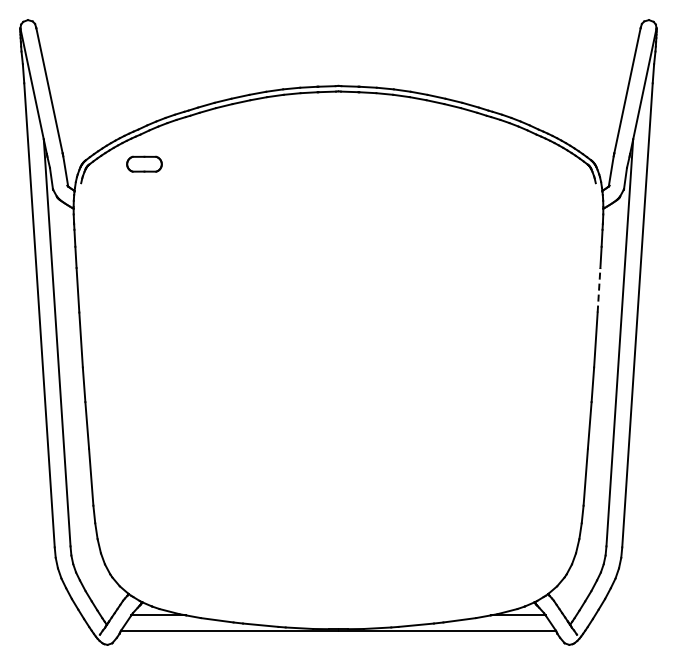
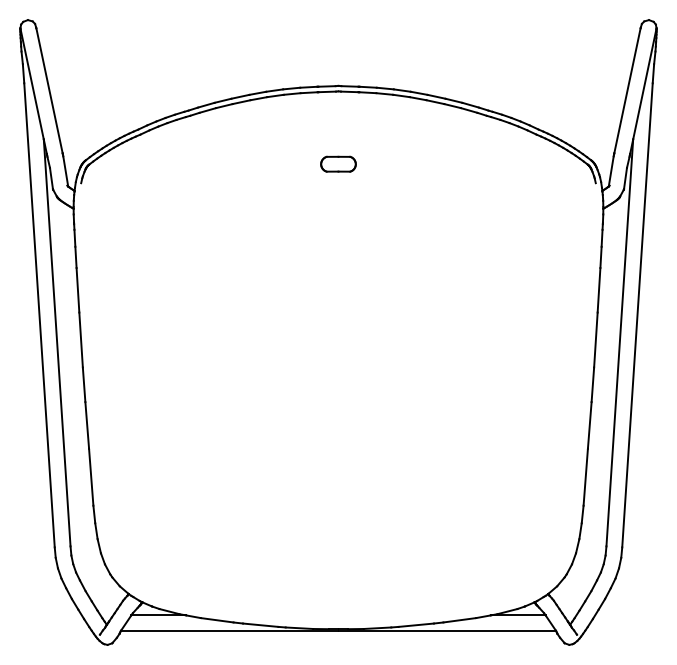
part at (144, 163) position: (144, 163) -> (338, 163)
line at (599, 289): dashed -> solid
